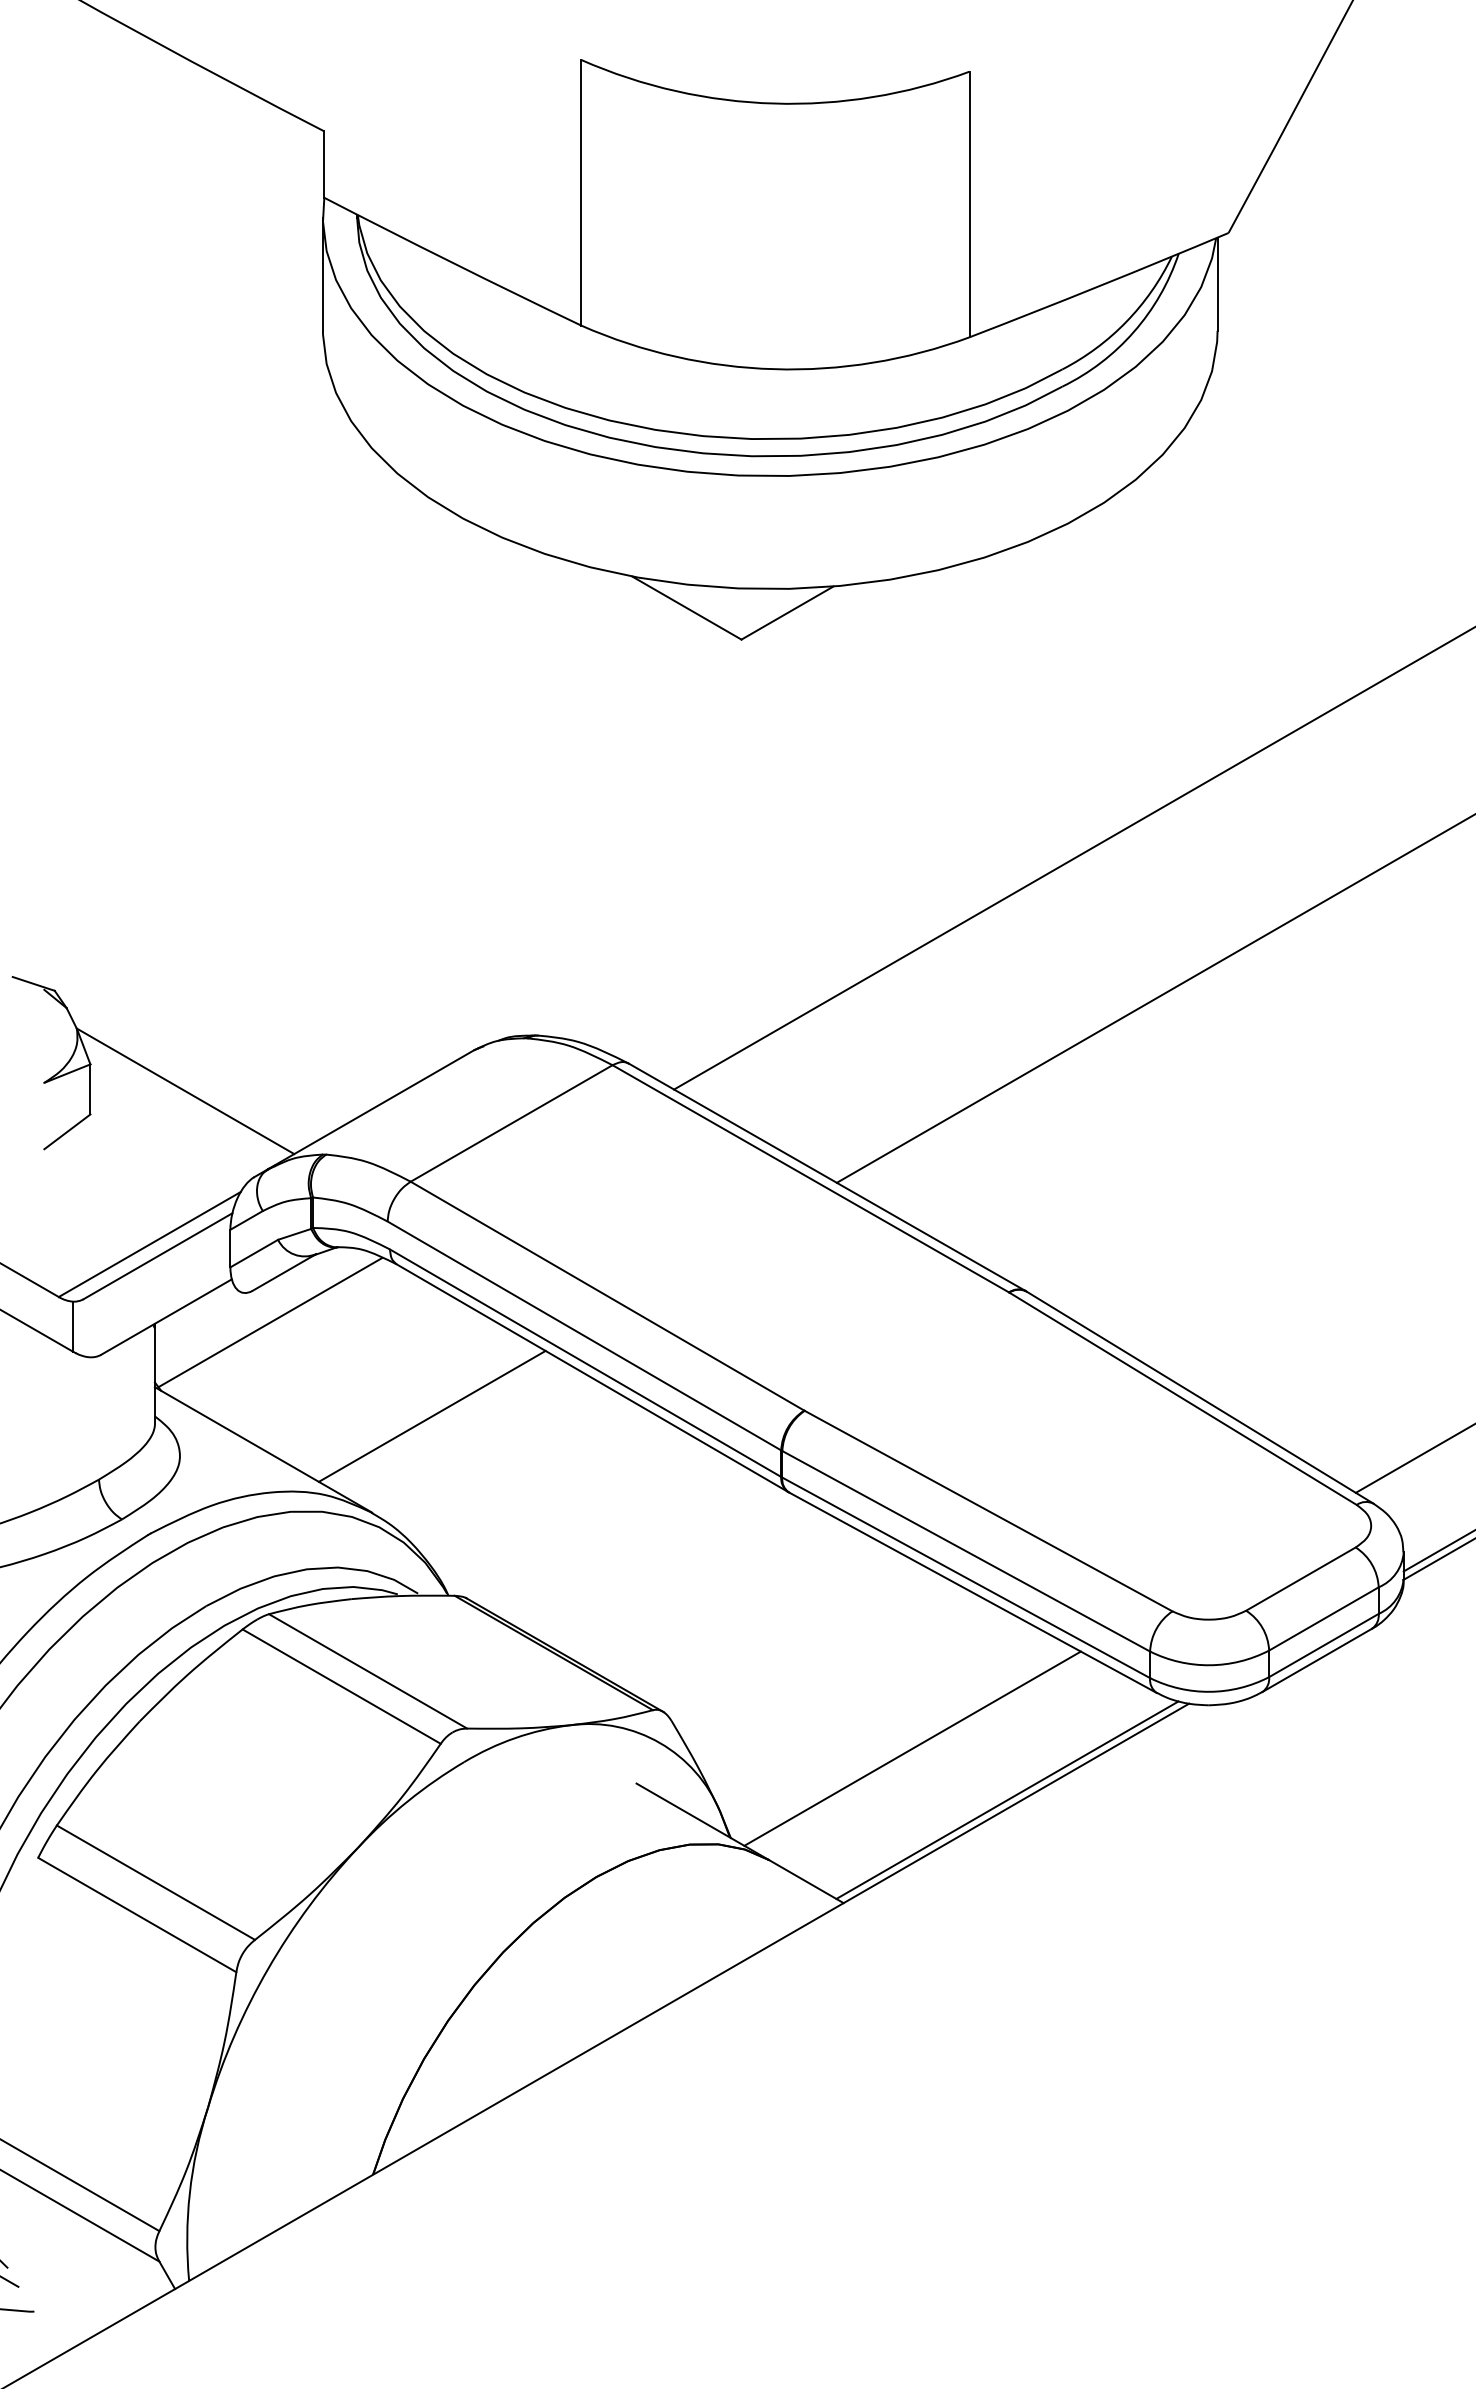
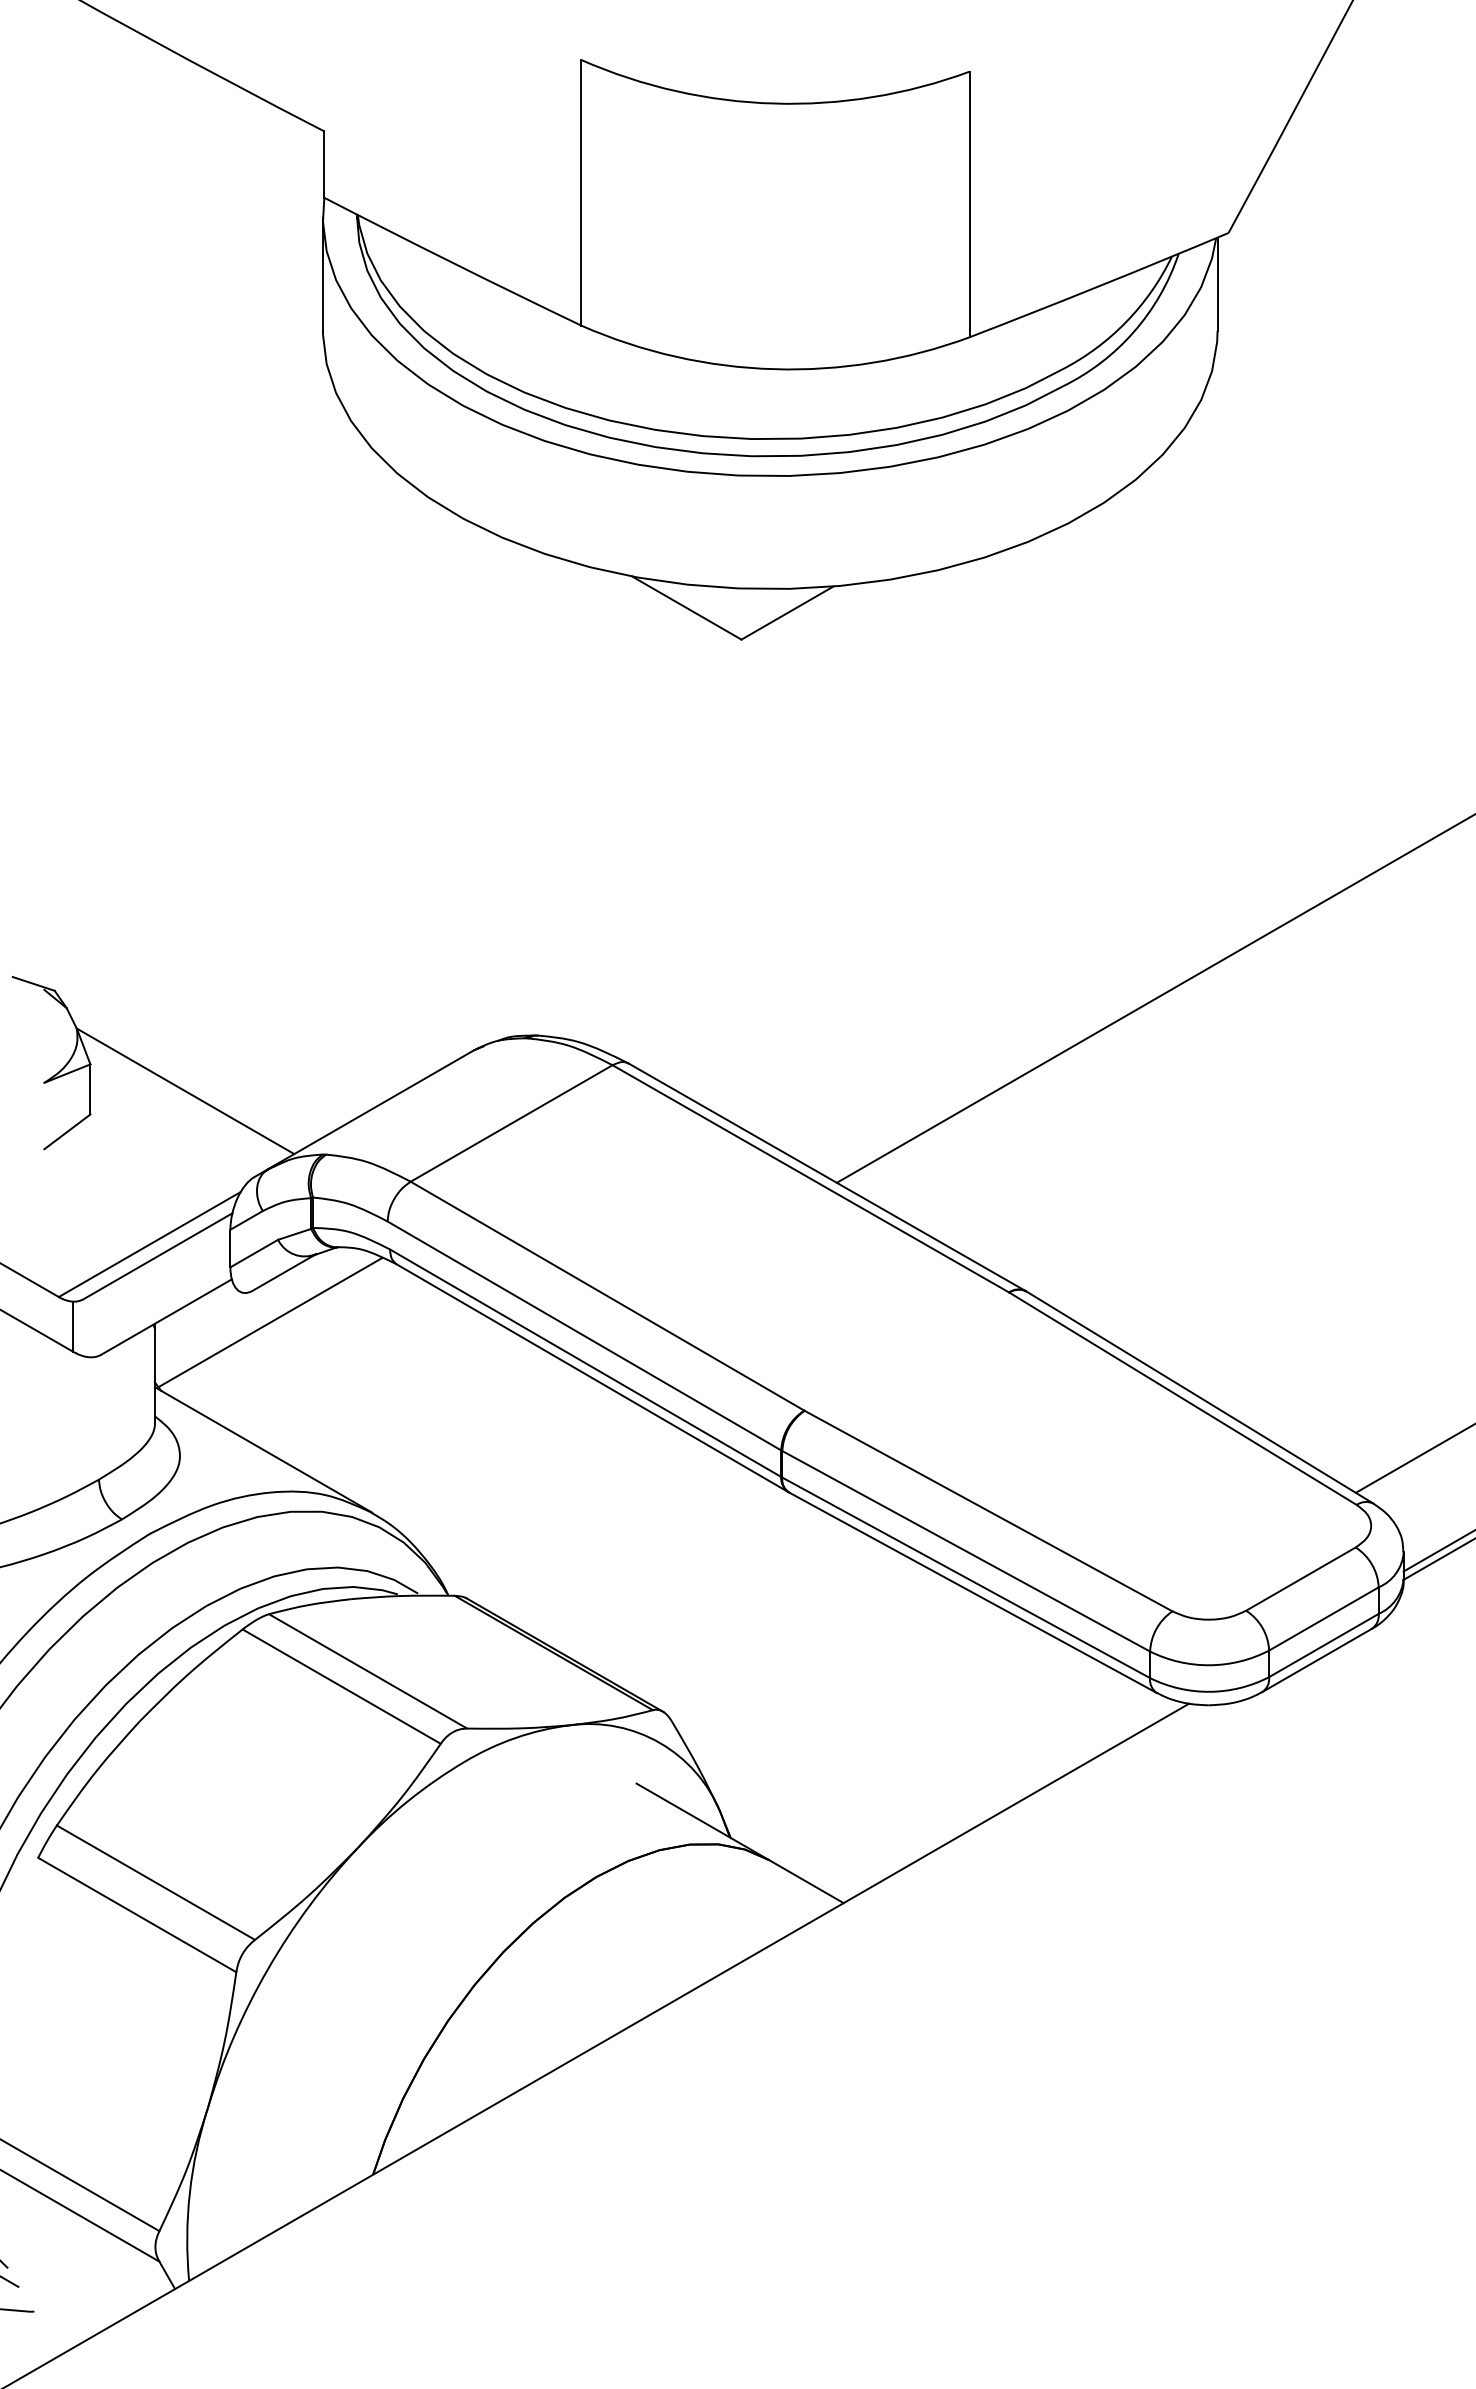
line at (1073, 858): present -> none
line at (431, 1415): present -> none
line at (912, 1748): present -> none
line at (1007, 1799): present -> none
